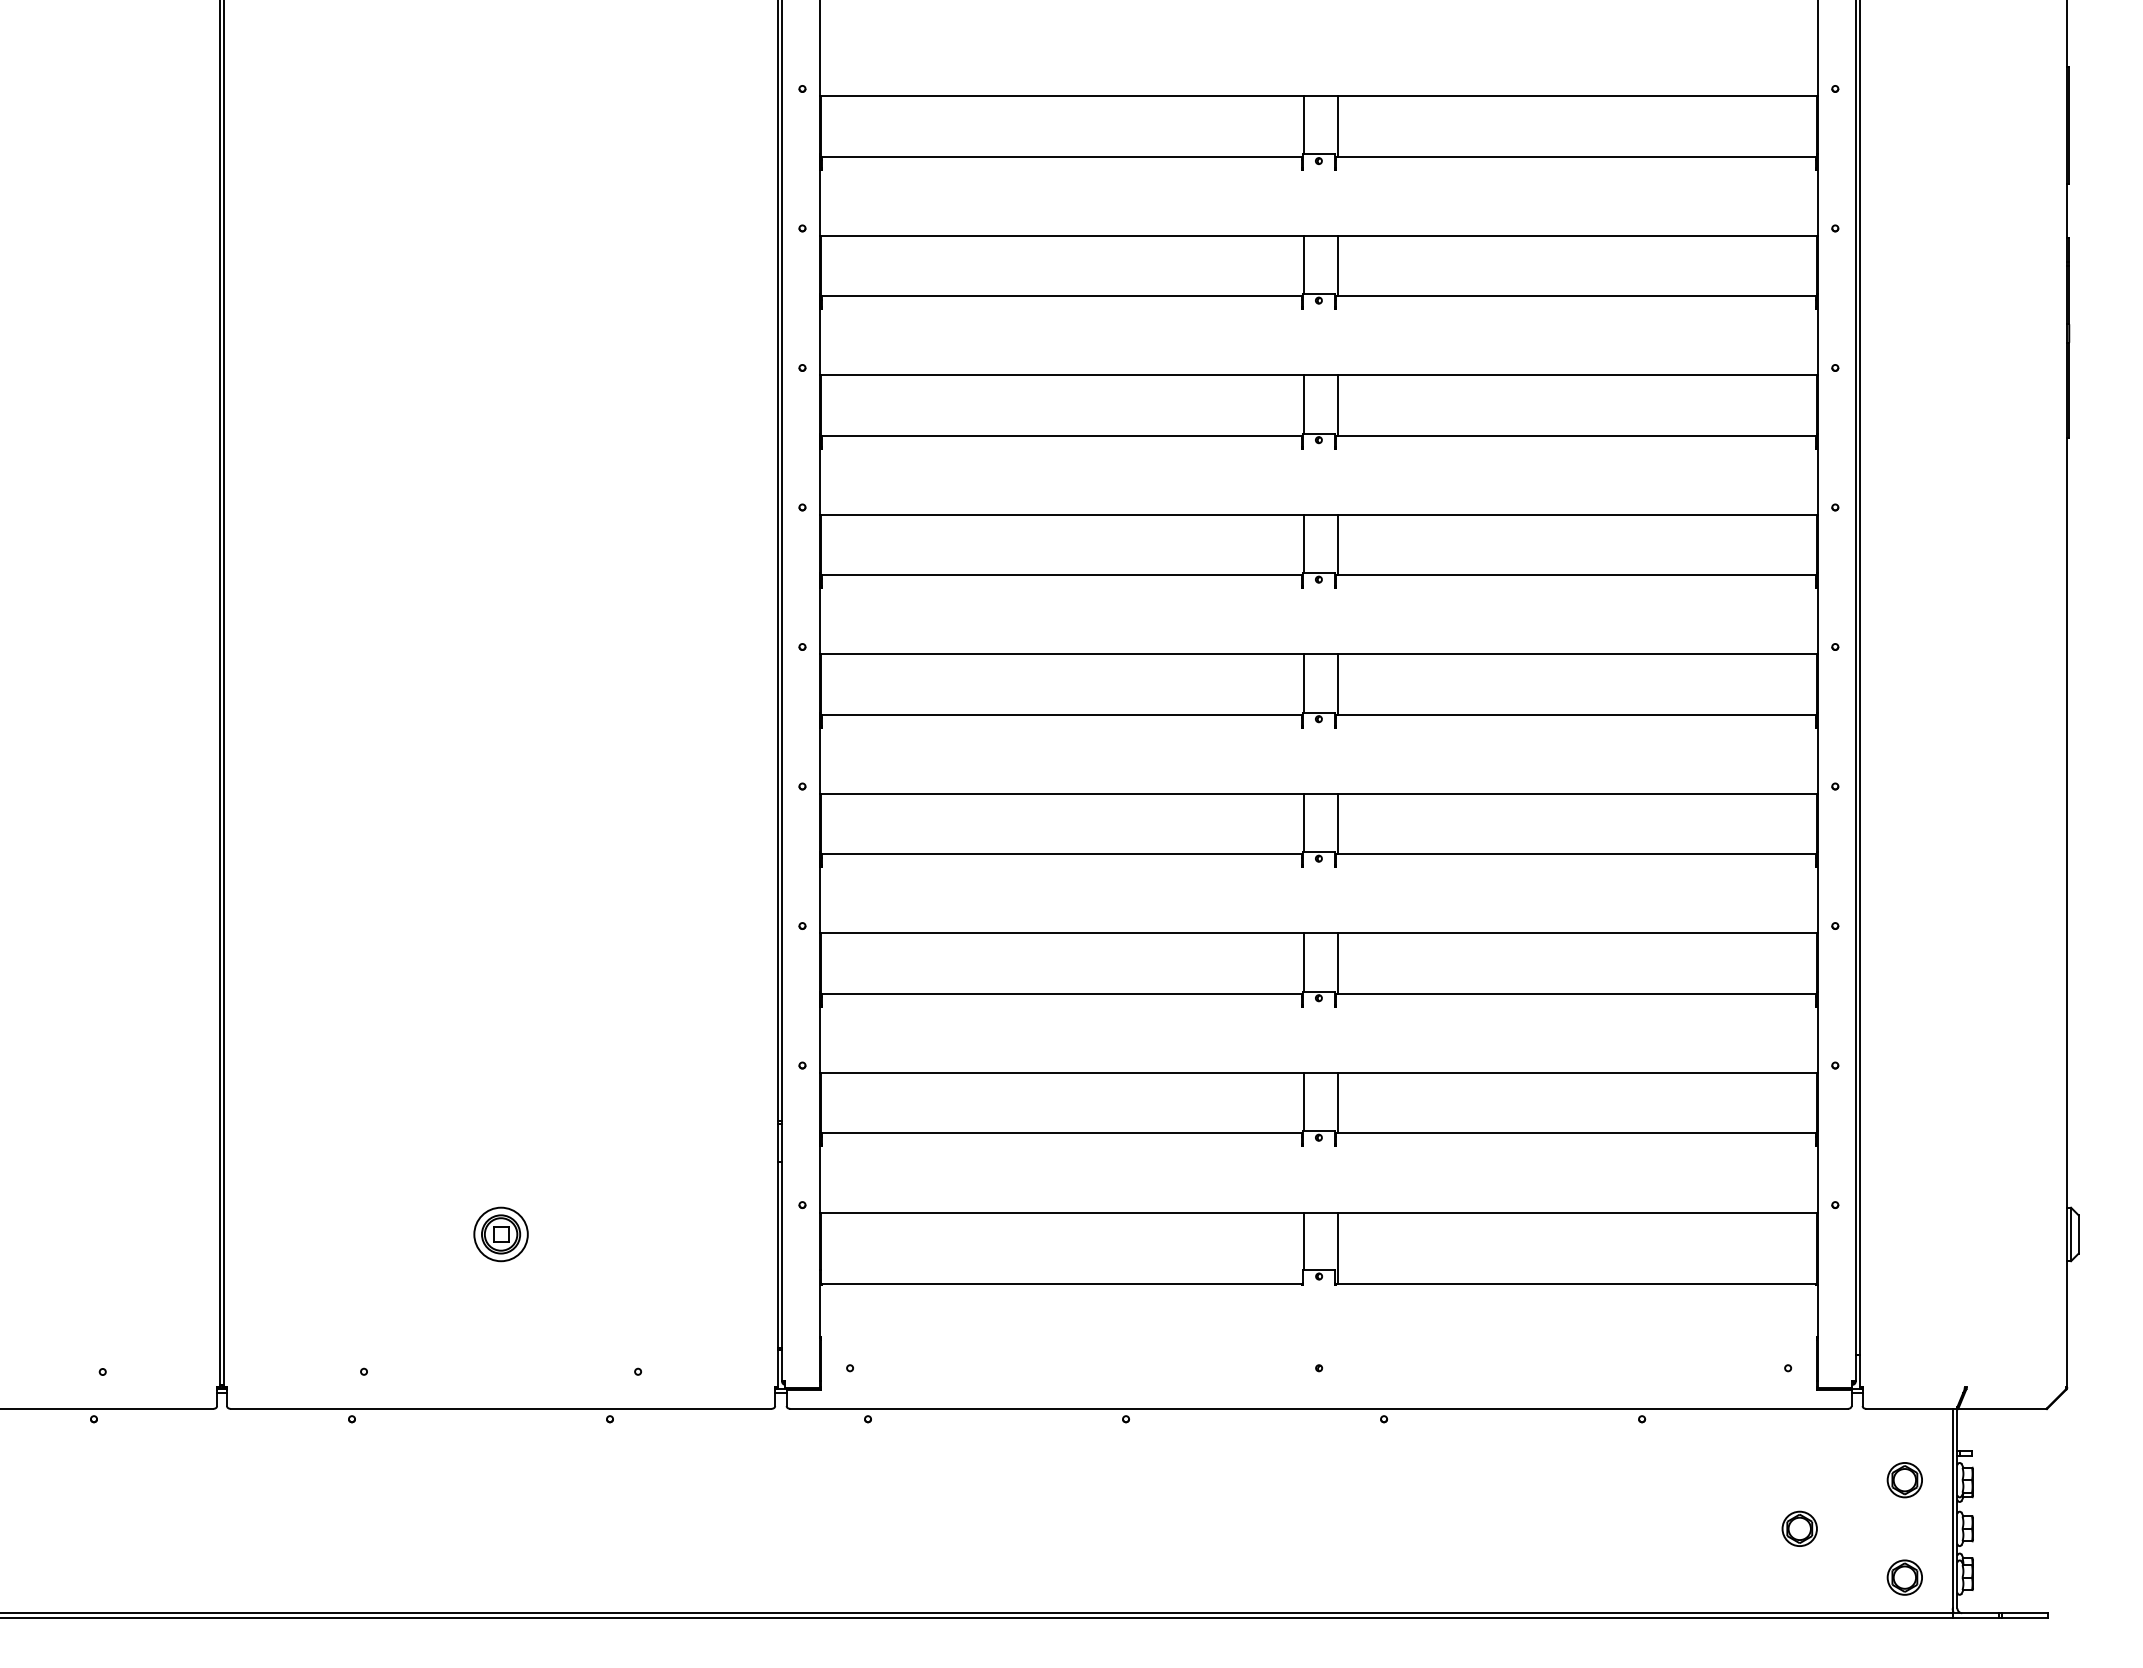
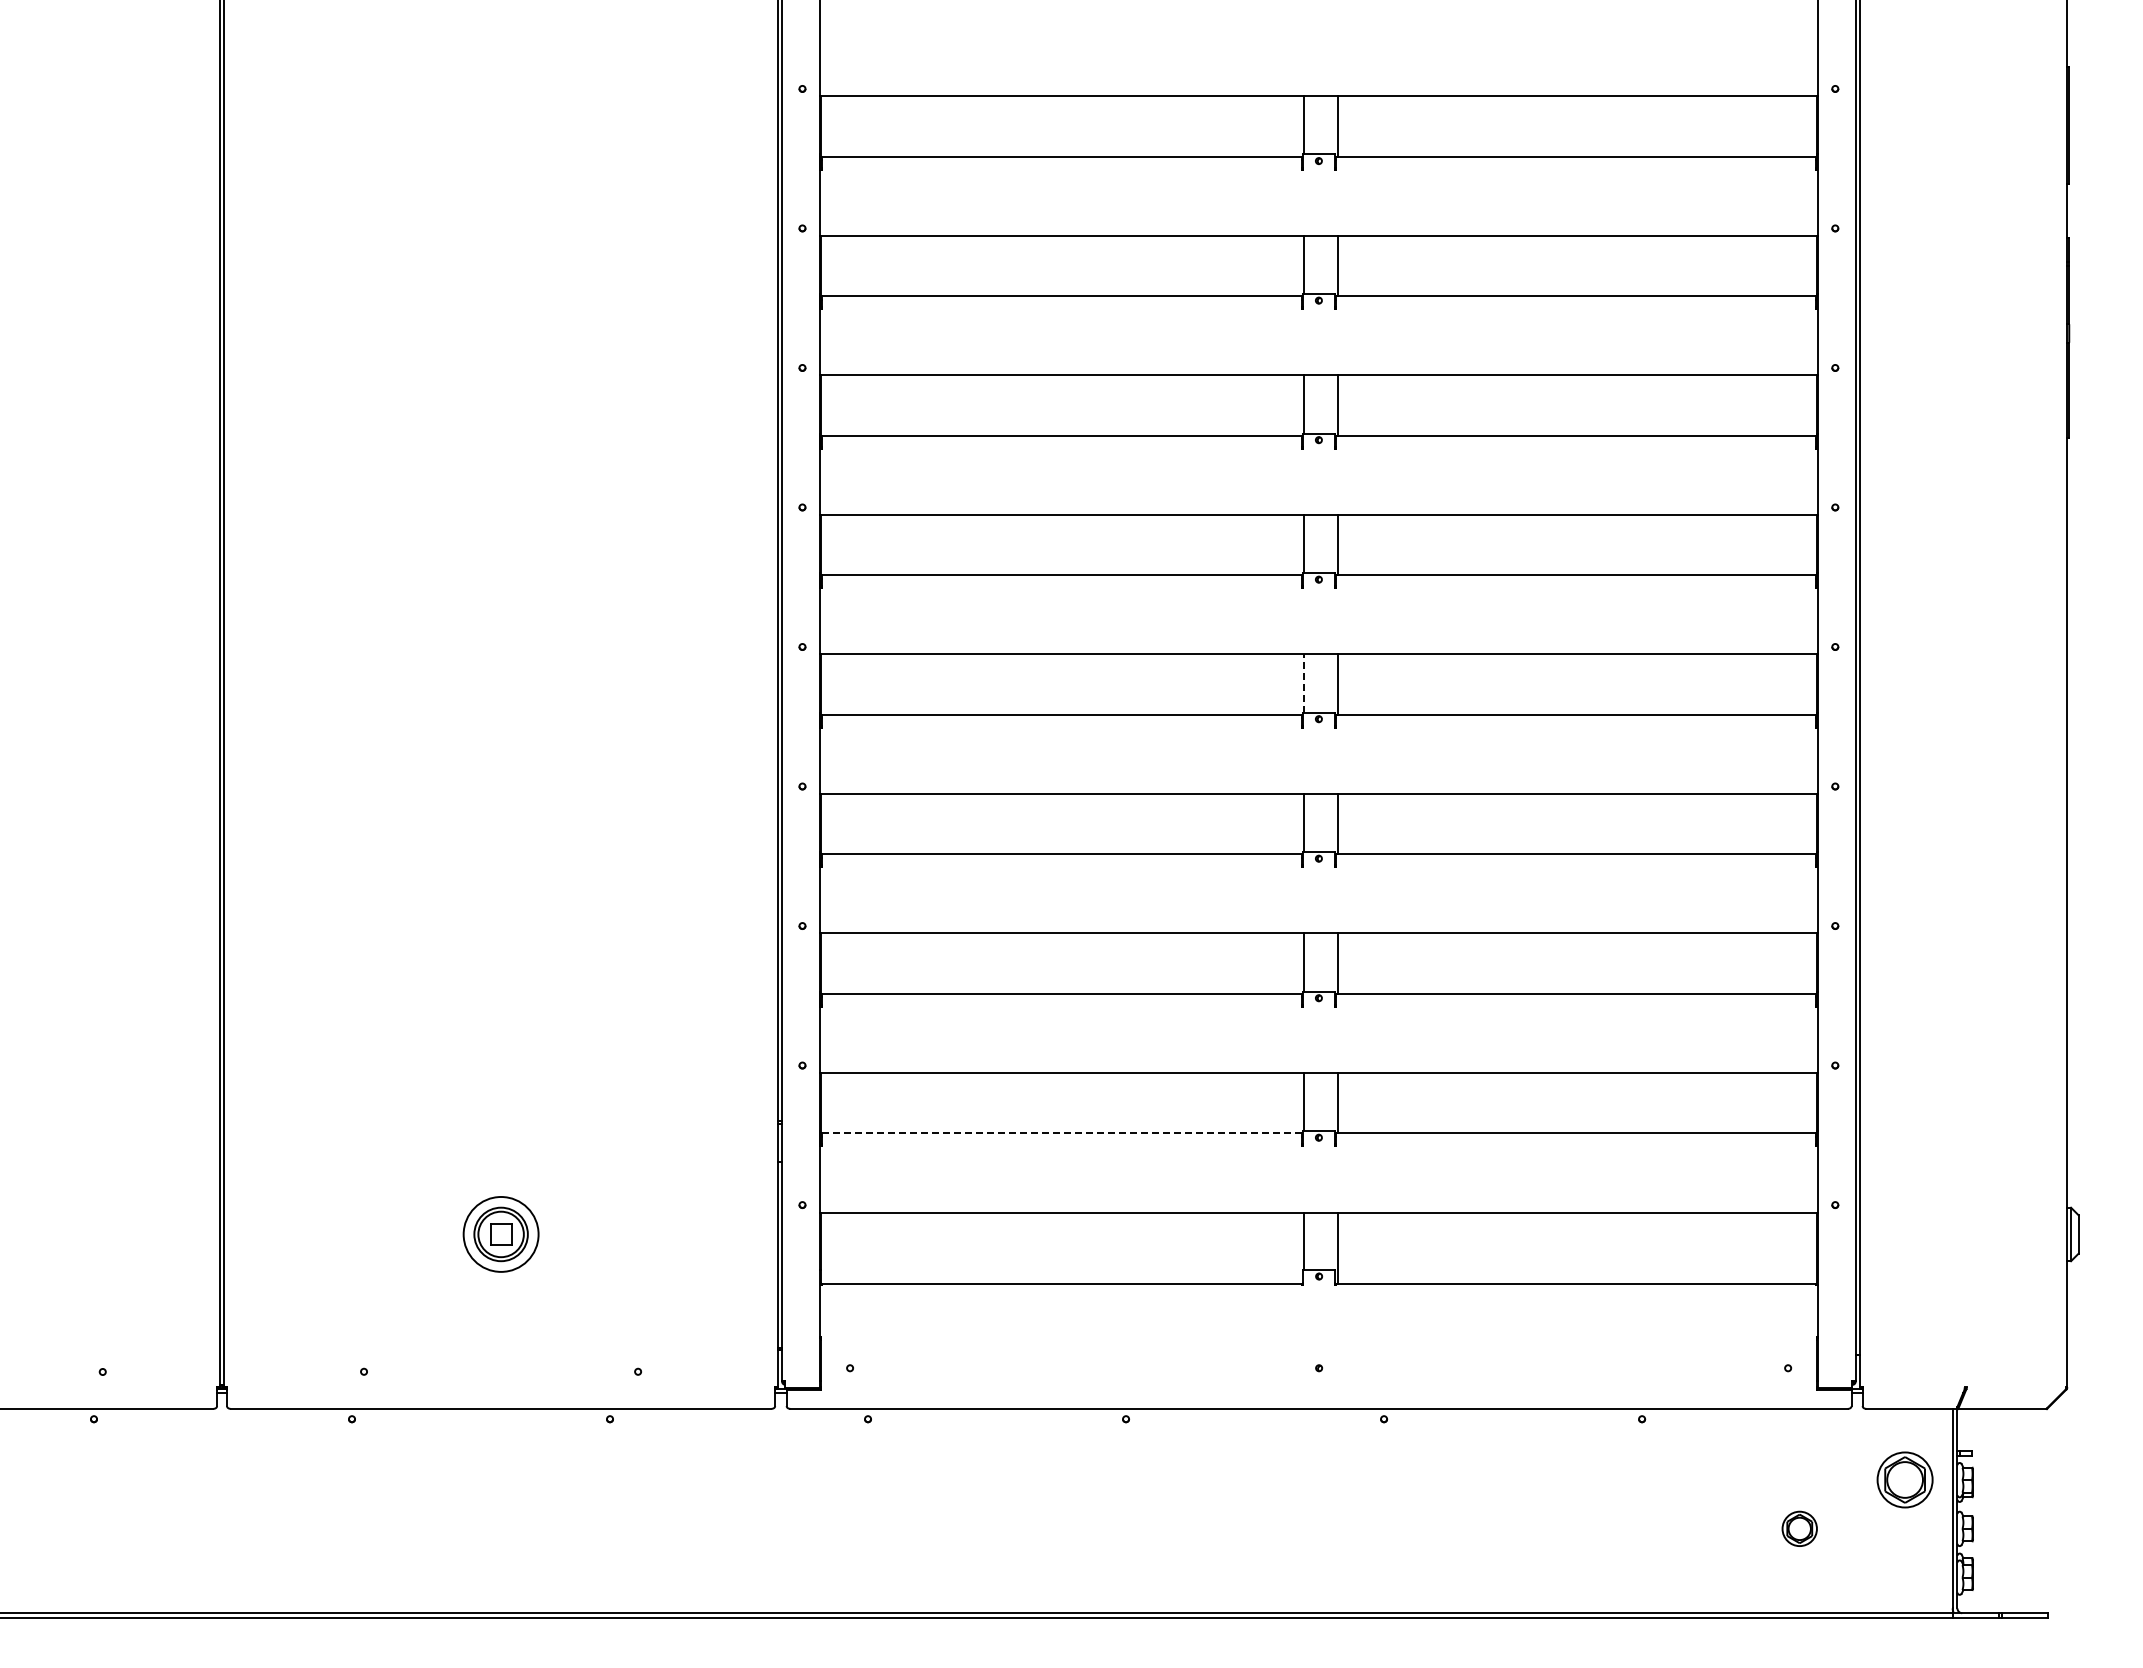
line at (1303, 683): solid -> dashed
line at (1061, 1133): solid -> dashed
part at (500, 1234) size: 56x57 px -> 78x77 px
part at (1904, 1480) size: 37x37 px -> 58x58 px
part at (1904, 1577): present -> none
